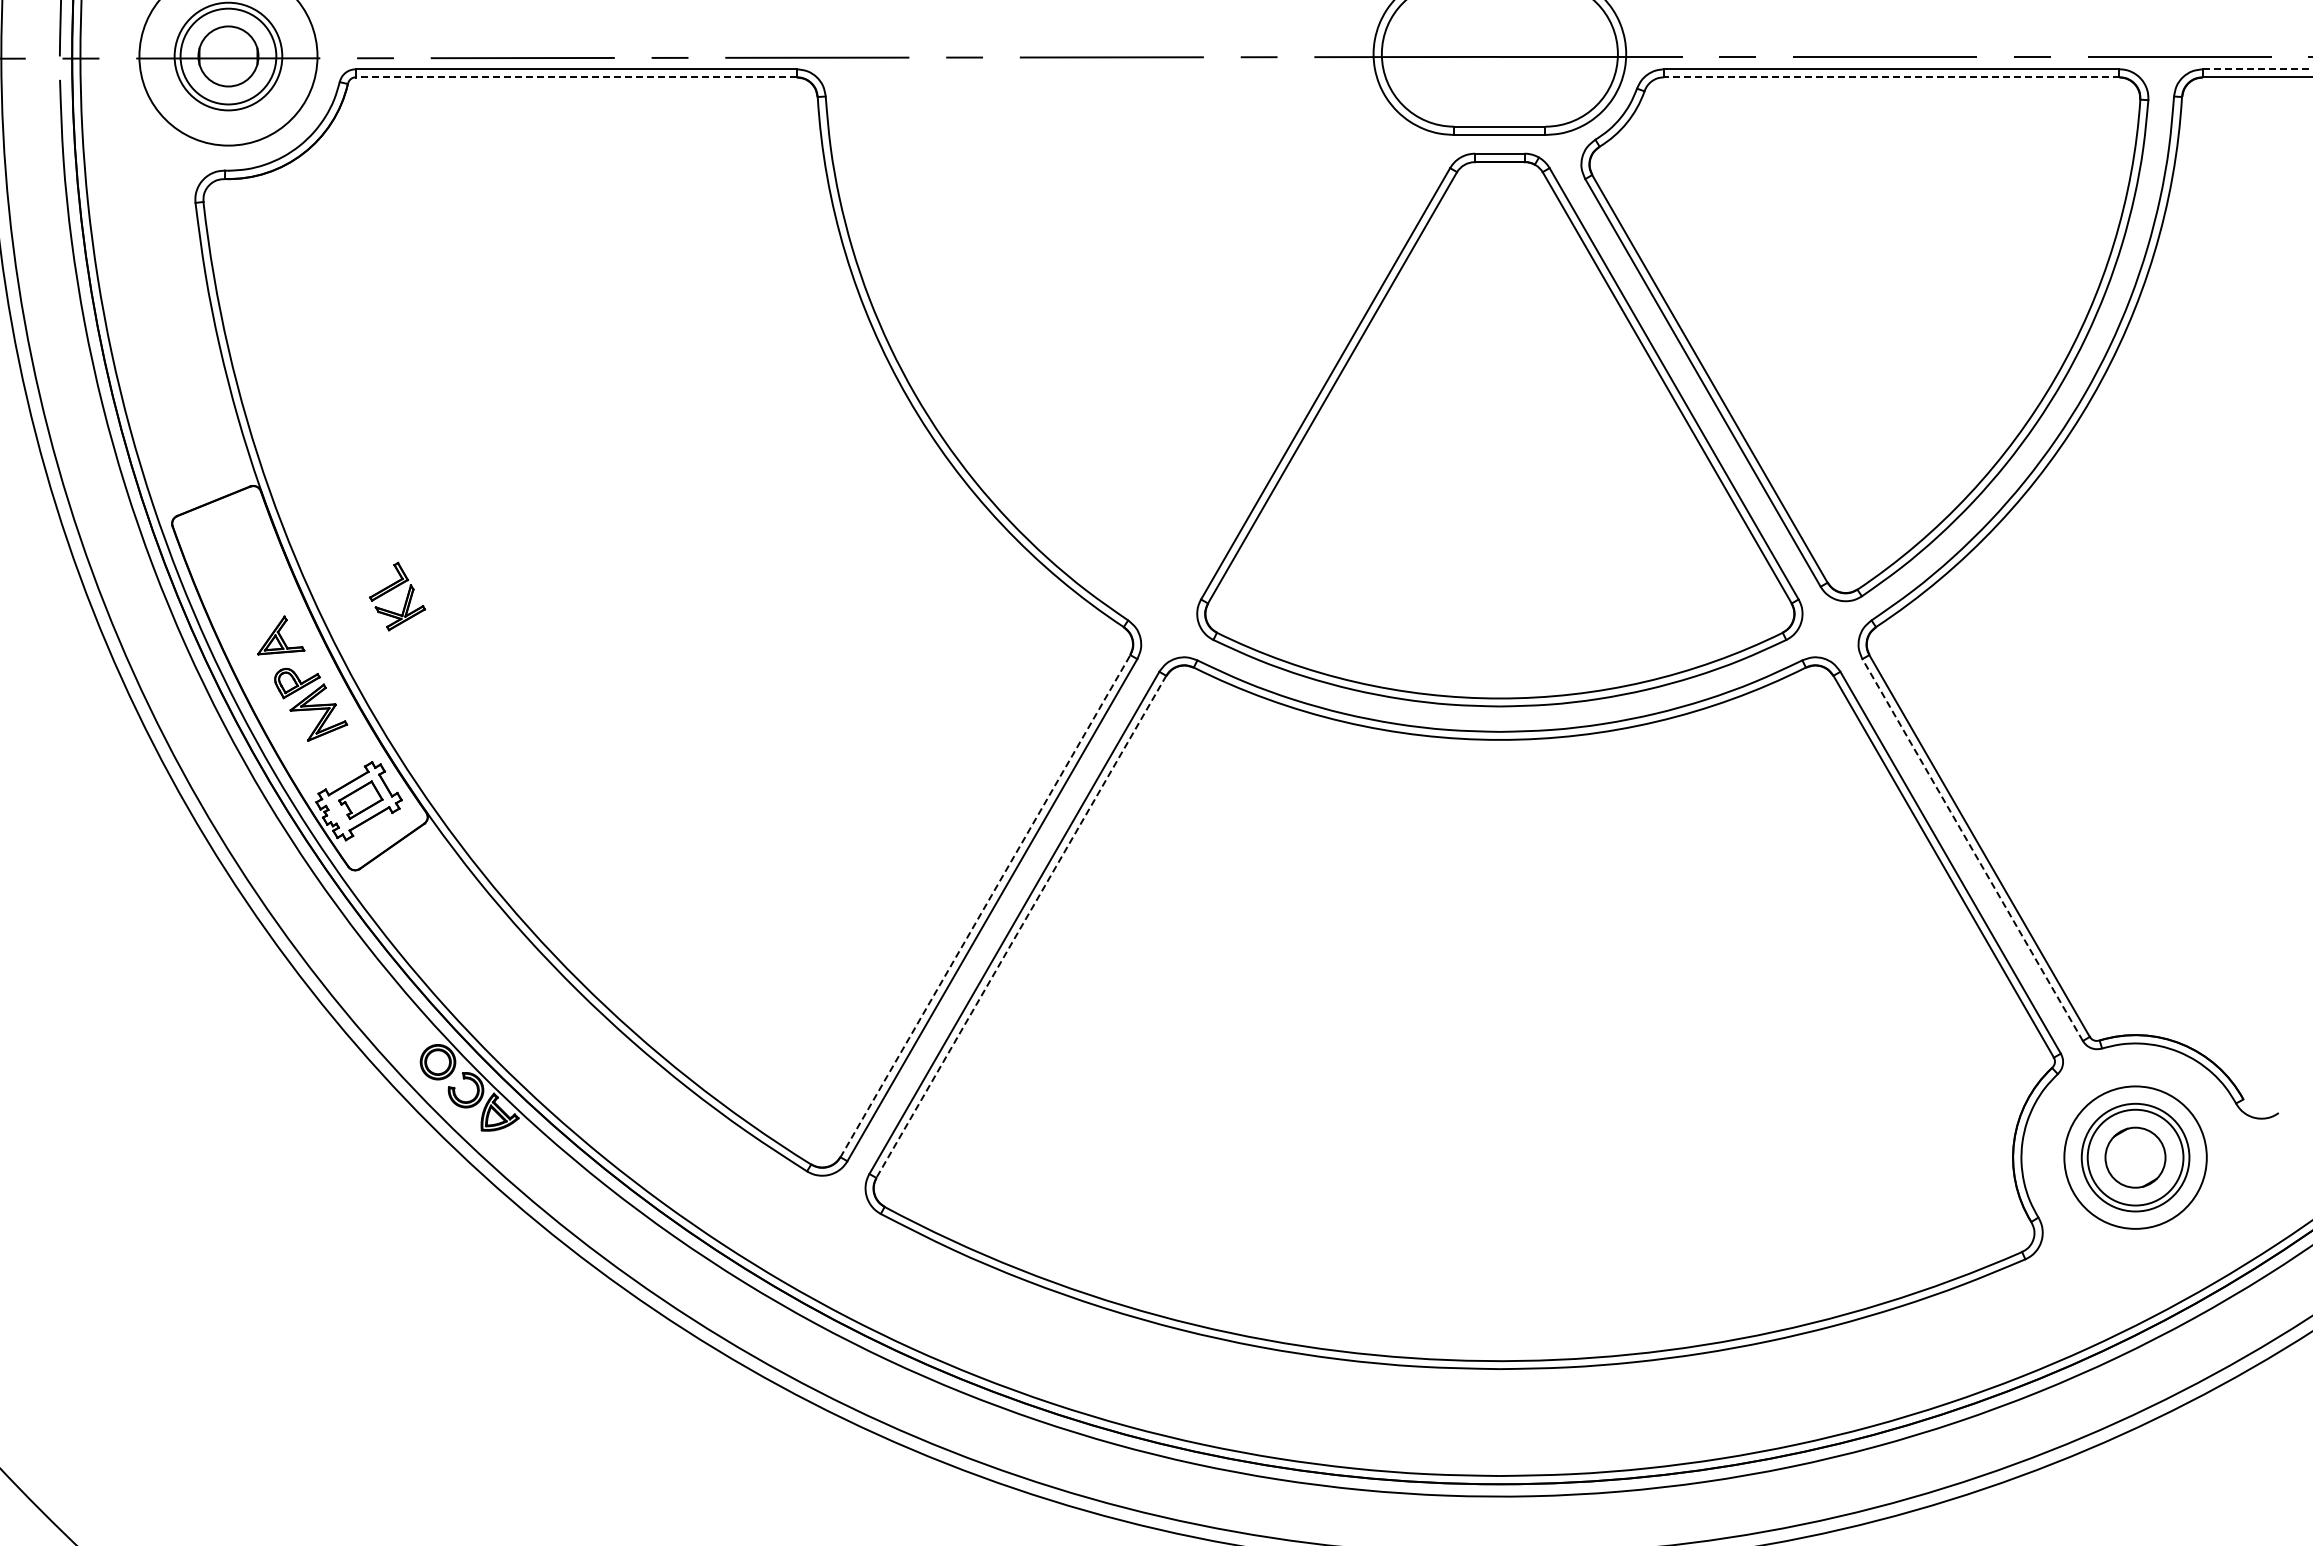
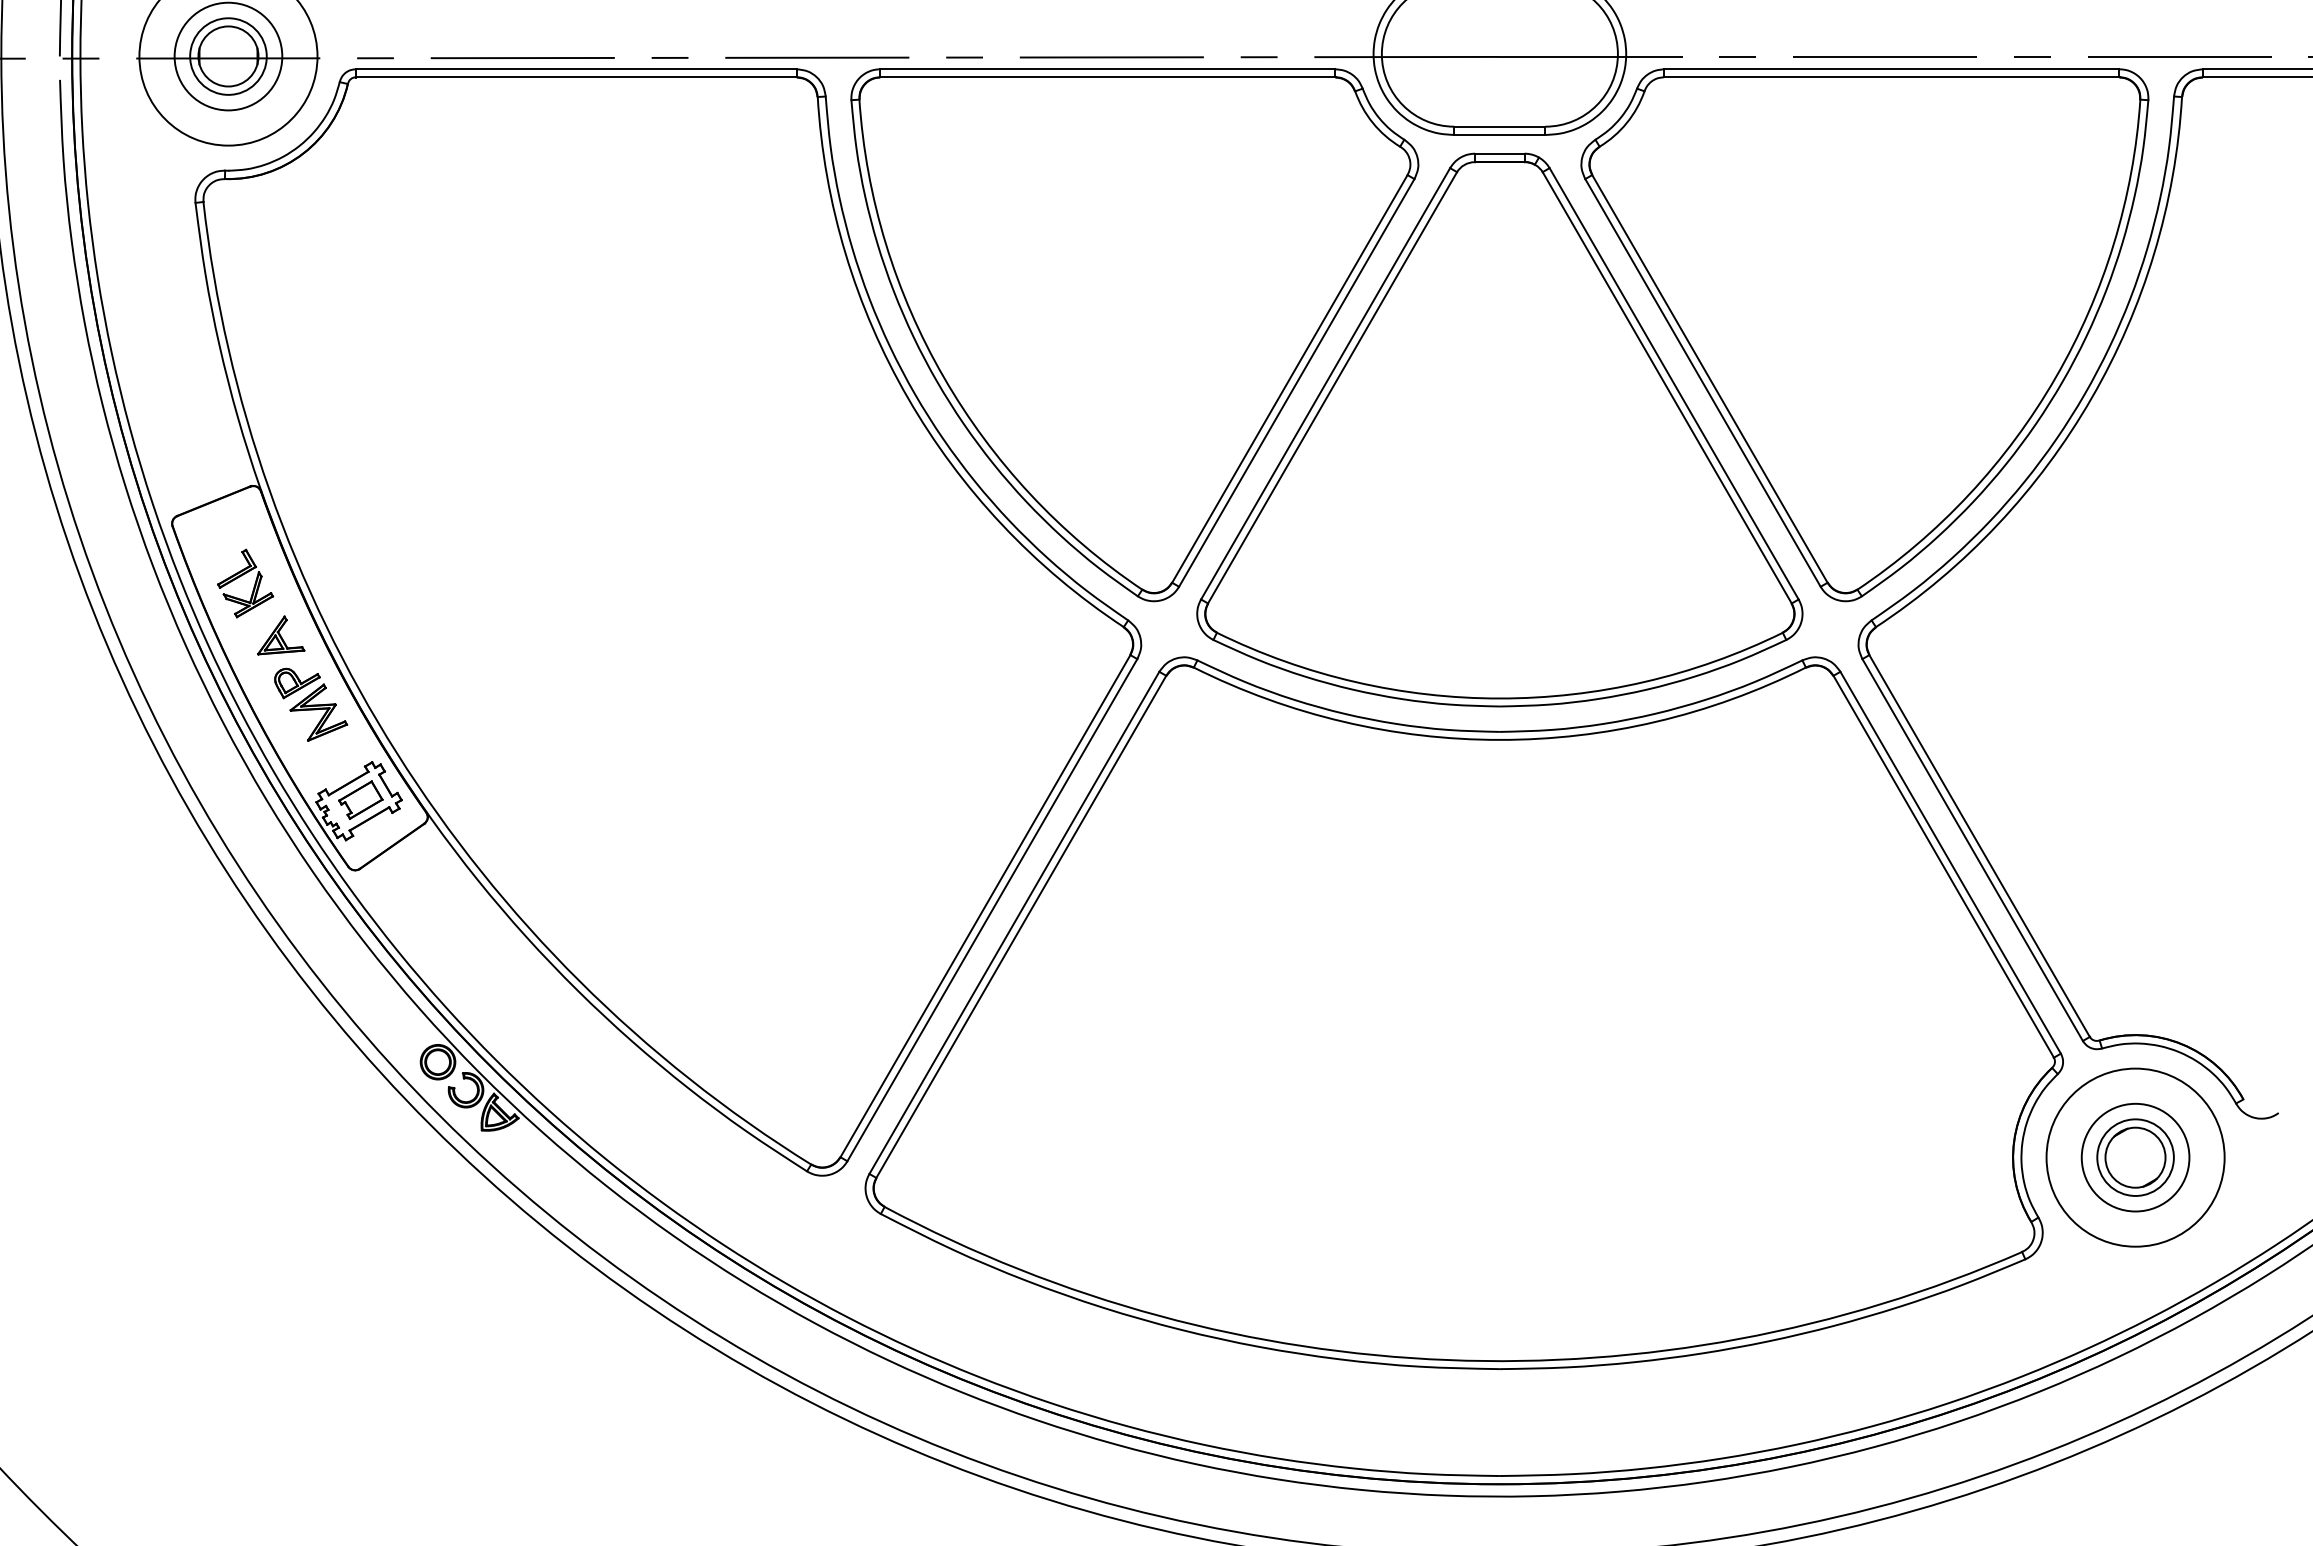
circle at (228, 56) diameter: 96 px -> 77 px
line at (2257, 69): dashed -> solid
line at (576, 77): dashed -> solid
line at (1891, 77): dashed -> solid
part at (1134, 335): none -> present
part at (393, 589) position: (393, 589) -> (241, 576)
line at (1972, 849): dashed -> solid
line at (985, 905): dashed -> solid
line at (1021, 927): dashed -> solid
circle at (2135, 1157) diameter: 142 px -> 178 px
circle at (2135, 1157) diameter: 96 px -> 77 px
